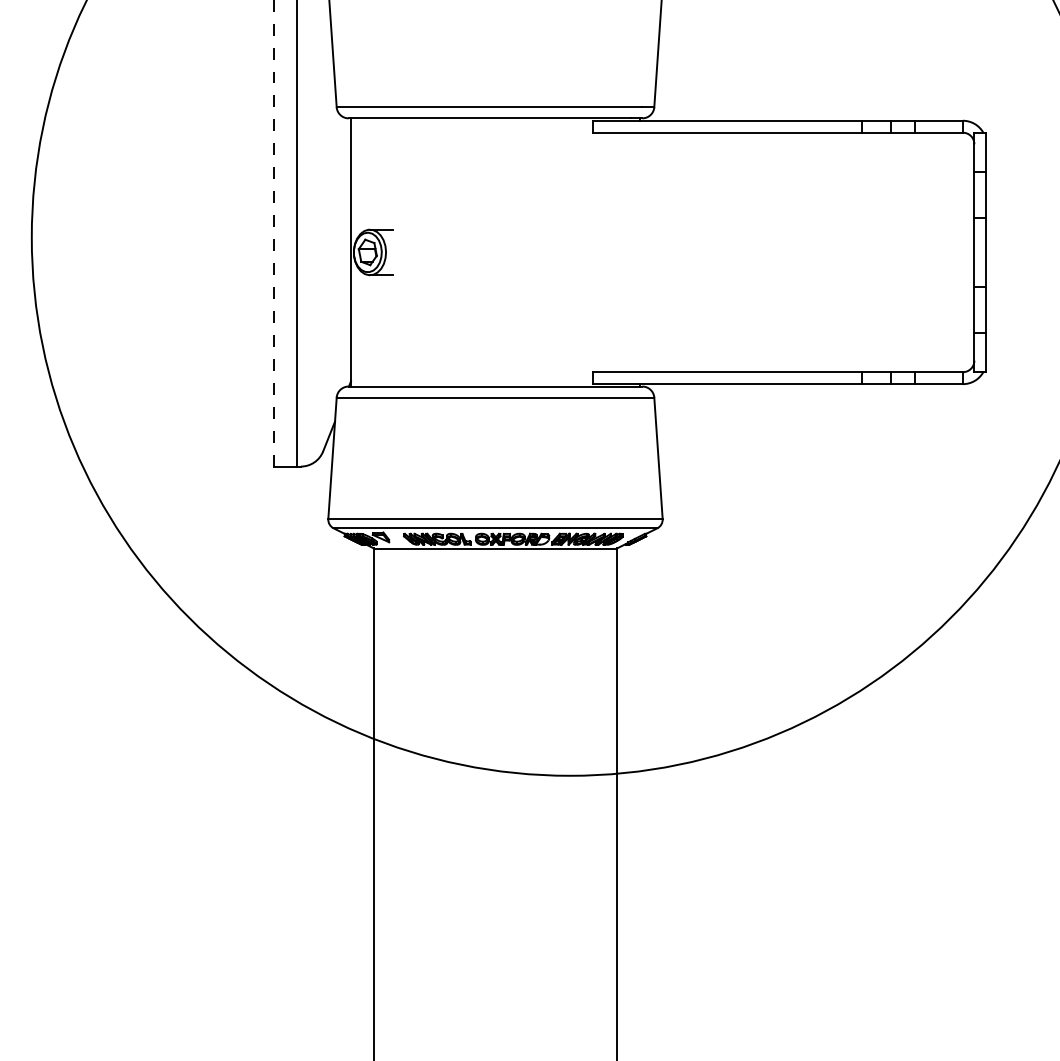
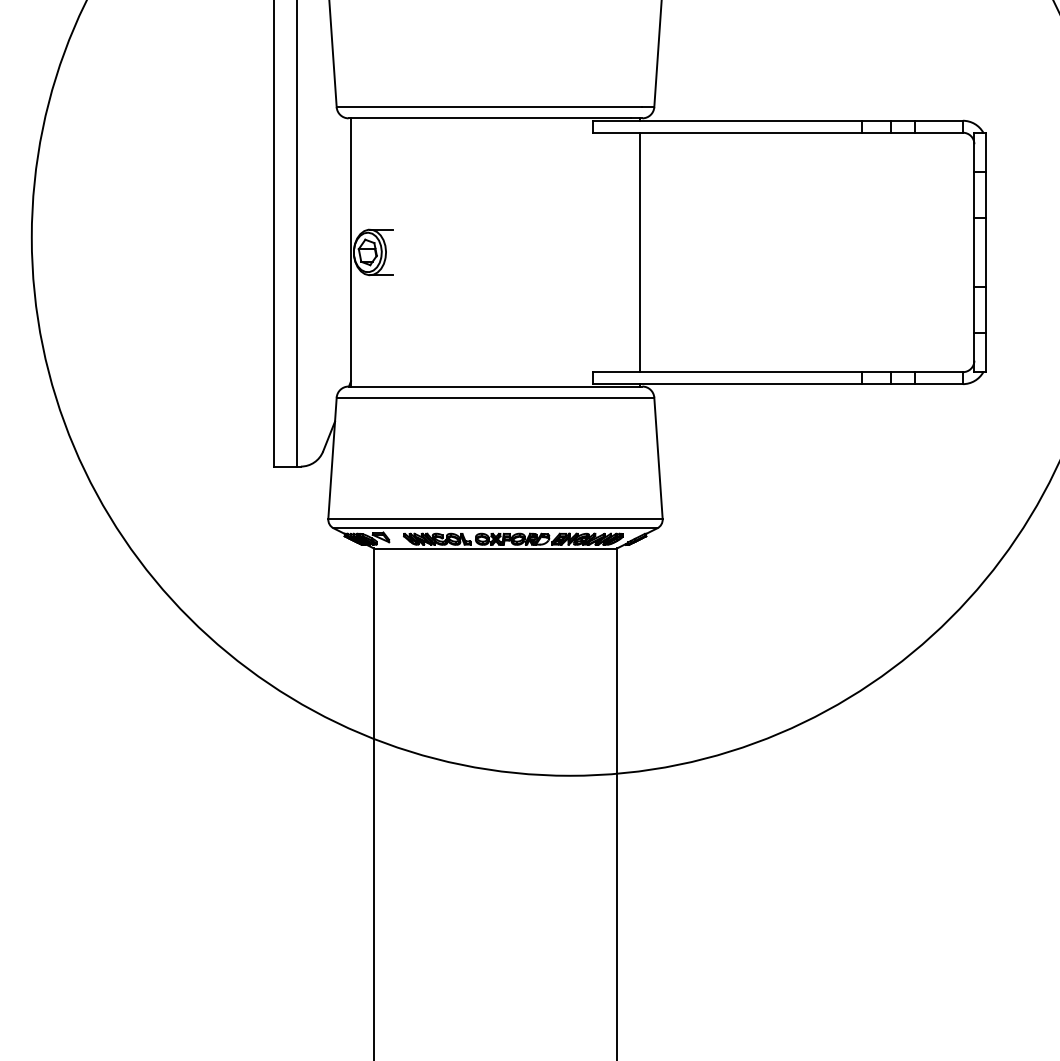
line at (273, 233): dashed -> solid
line at (639, 252): none -> present
